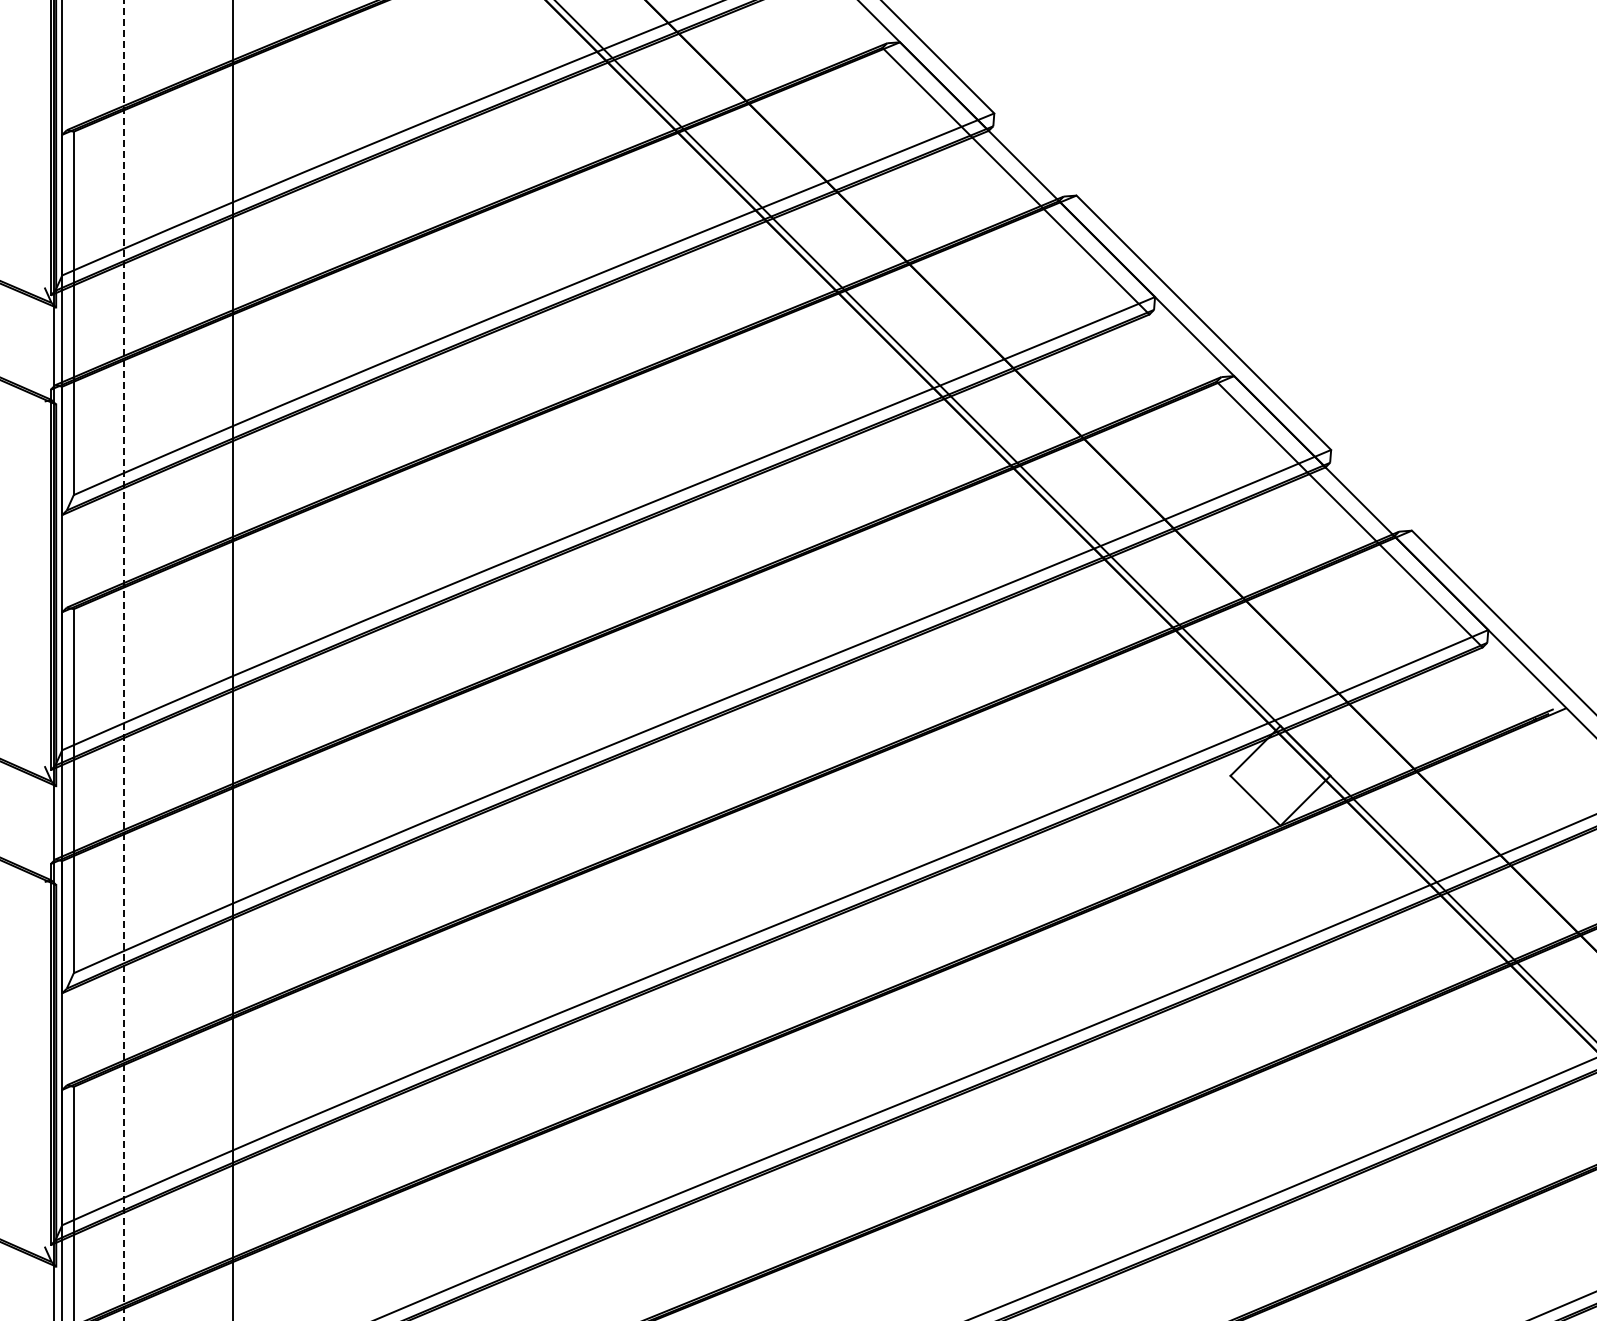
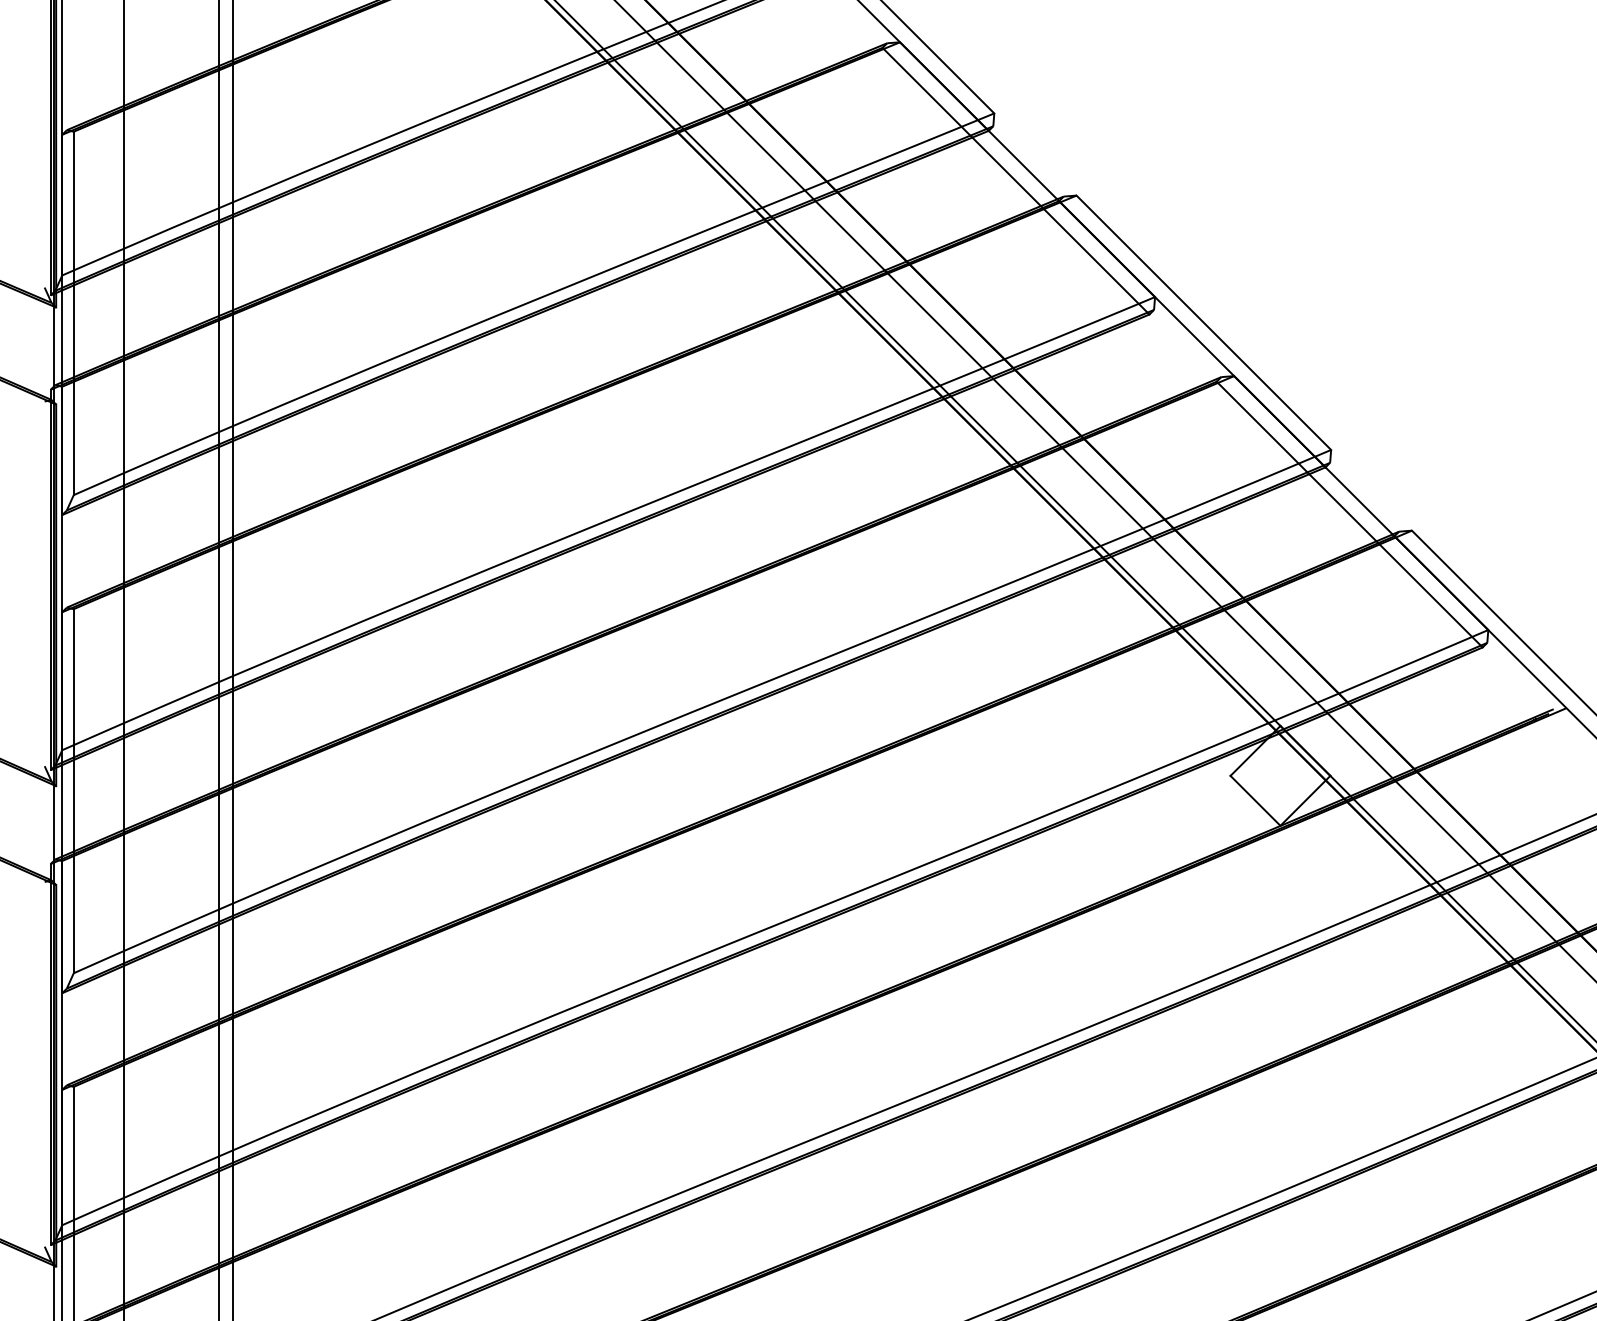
line at (1104, 490): none -> present
line at (219, 659): none -> present
line at (124, 661): dashed -> solid
